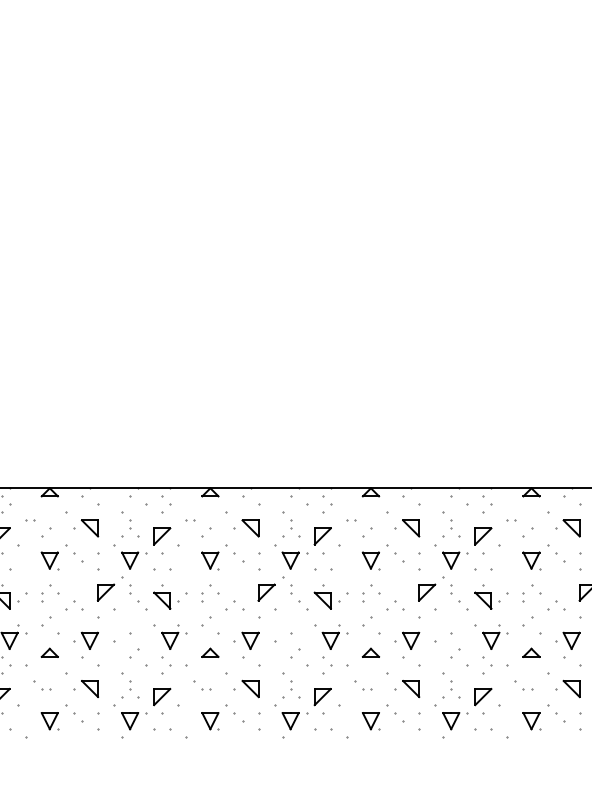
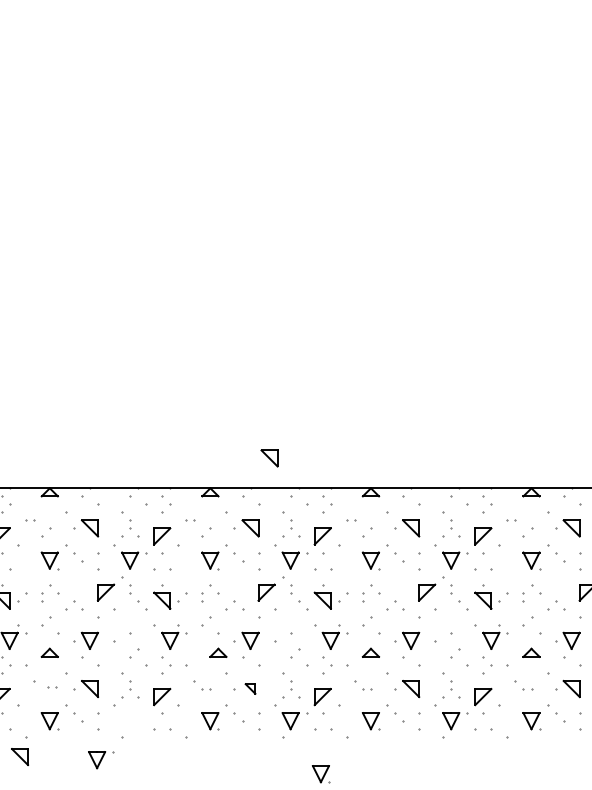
part at (269, 458): none -> present
part at (210, 652) position: (210, 652) -> (218, 652)
part at (250, 688) size: 19x20 px -> 13x12 px
part at (46, 689) position: (46, 689) -> (52, 687)
part at (134, 721) position: (134, 721) -> (101, 760)
part at (19, 756): none -> present
part at (320, 774): none -> present
